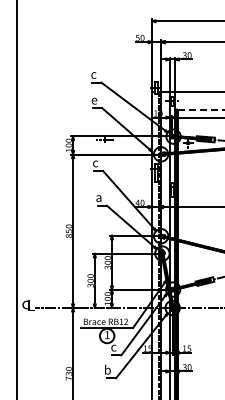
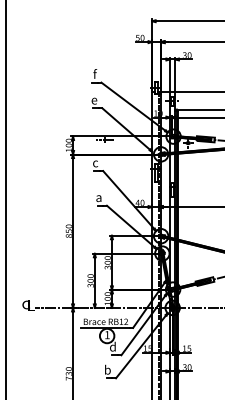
text at (94, 73): c -> f
line at (200, 109): dashed -> solid
line at (17, 199) position: (17, 199) -> (6, 199)
text at (113, 346): c -> d
